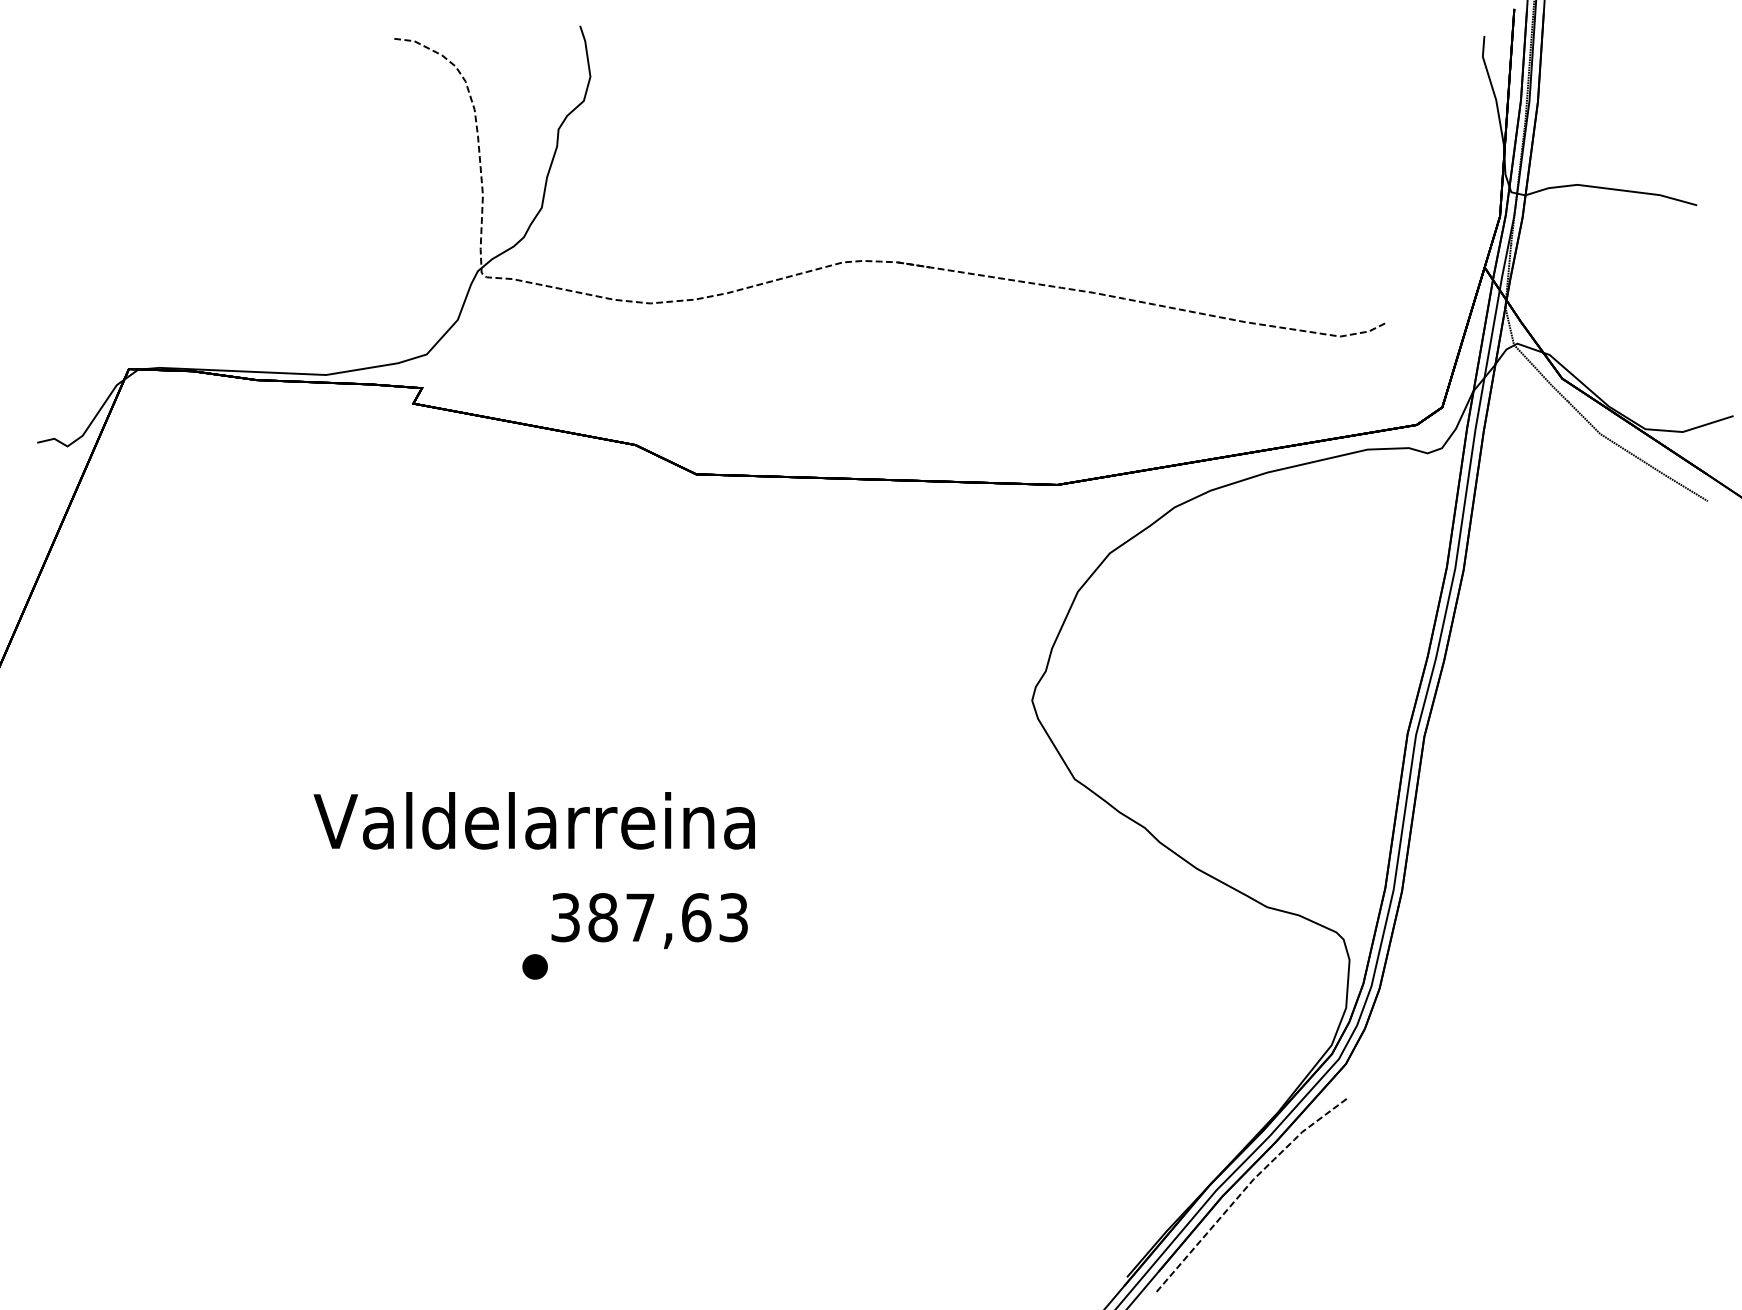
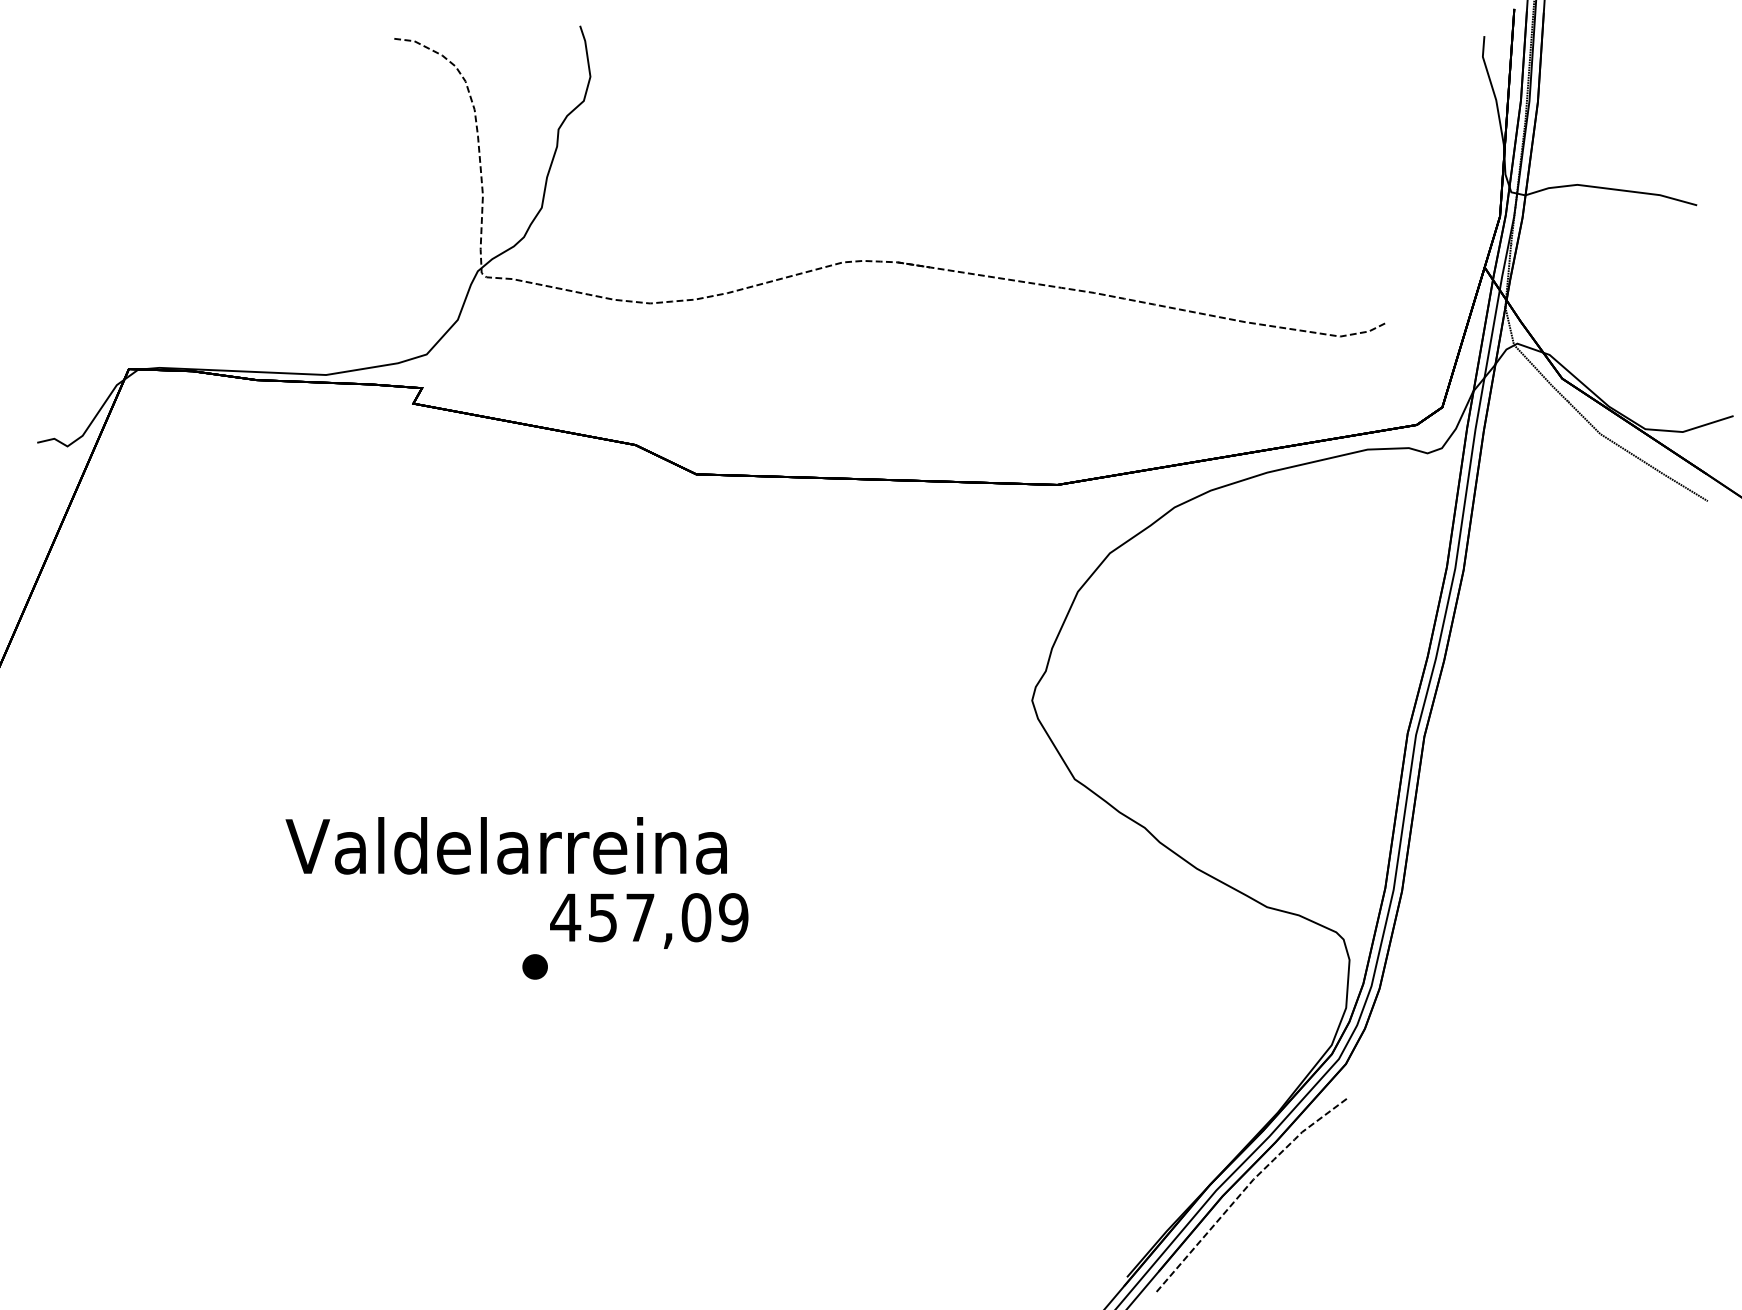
text at (533, 820) position: (533, 820) -> (505, 845)
text at (649, 917): 387,63 -> 457,09
